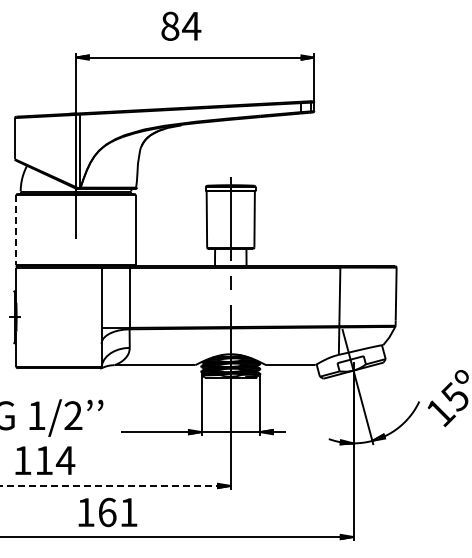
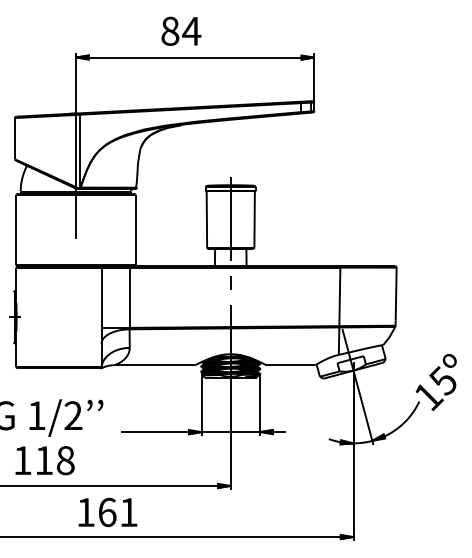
text at (181, 25) position: (181, 25) -> (181, 30)
line at (16, 230): dashed -> solid
text at (447, 398) position: (447, 398) -> (435, 382)
text at (65, 460): 114 -> 118
line at (115, 485): dashed -> solid
